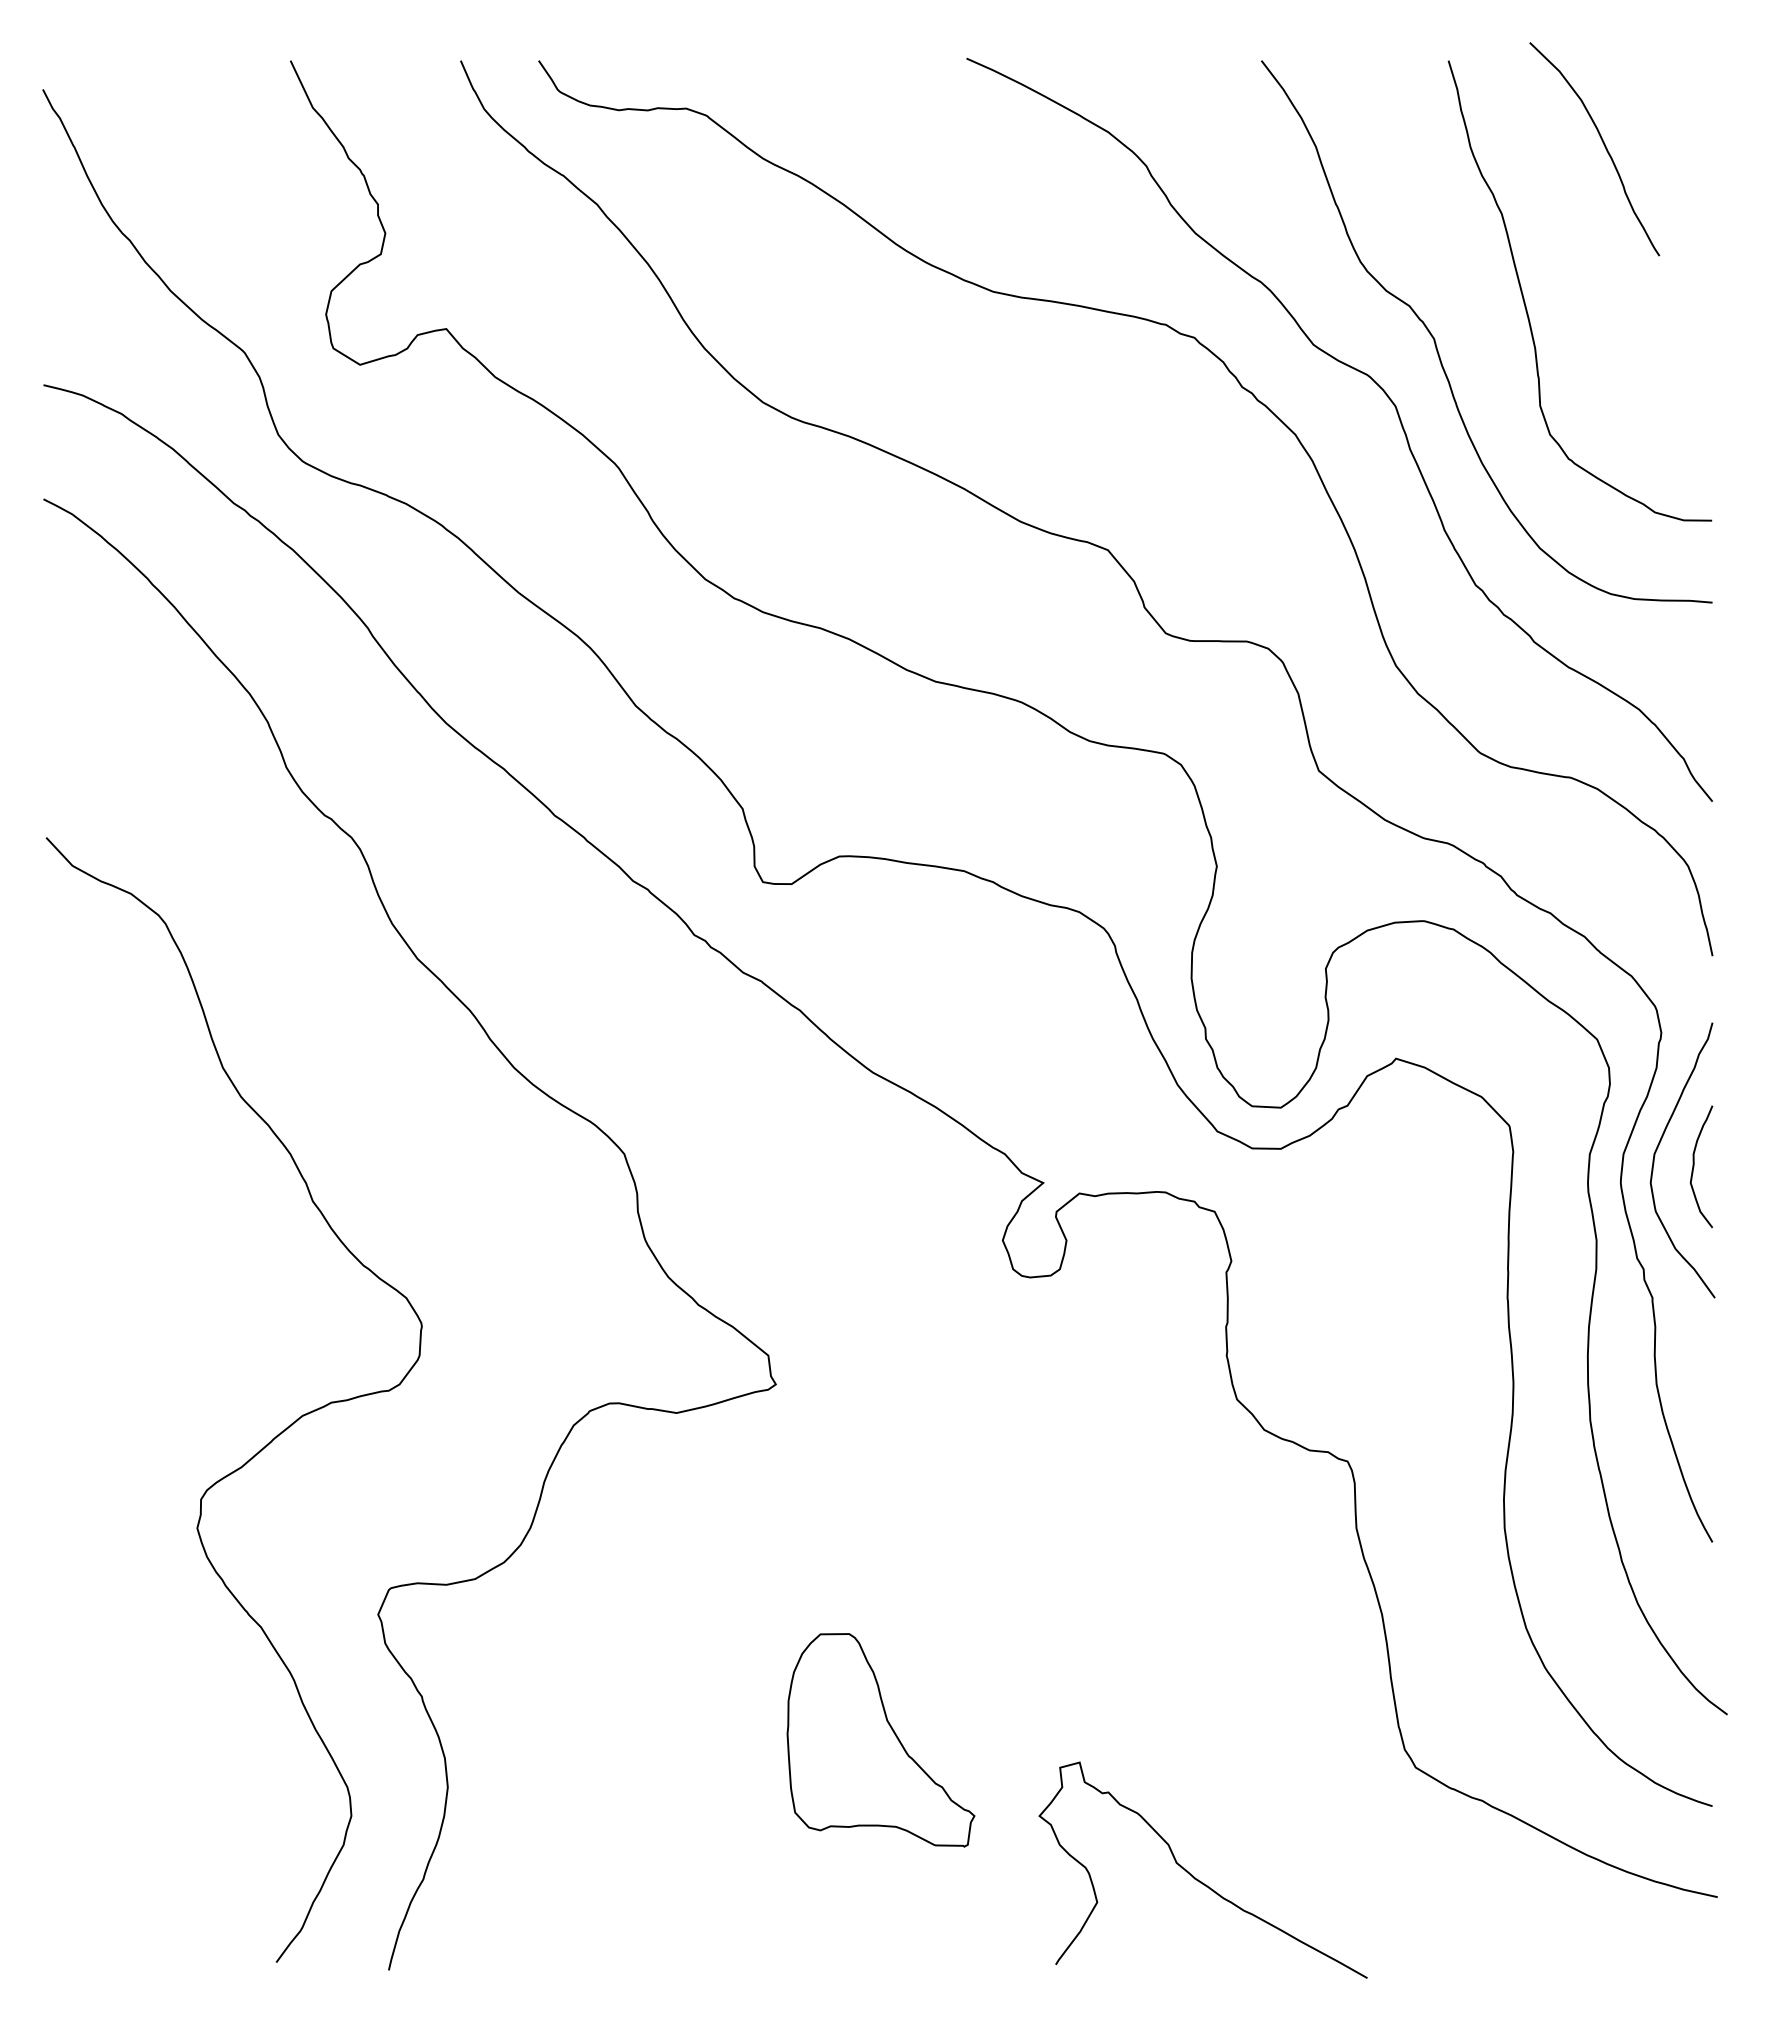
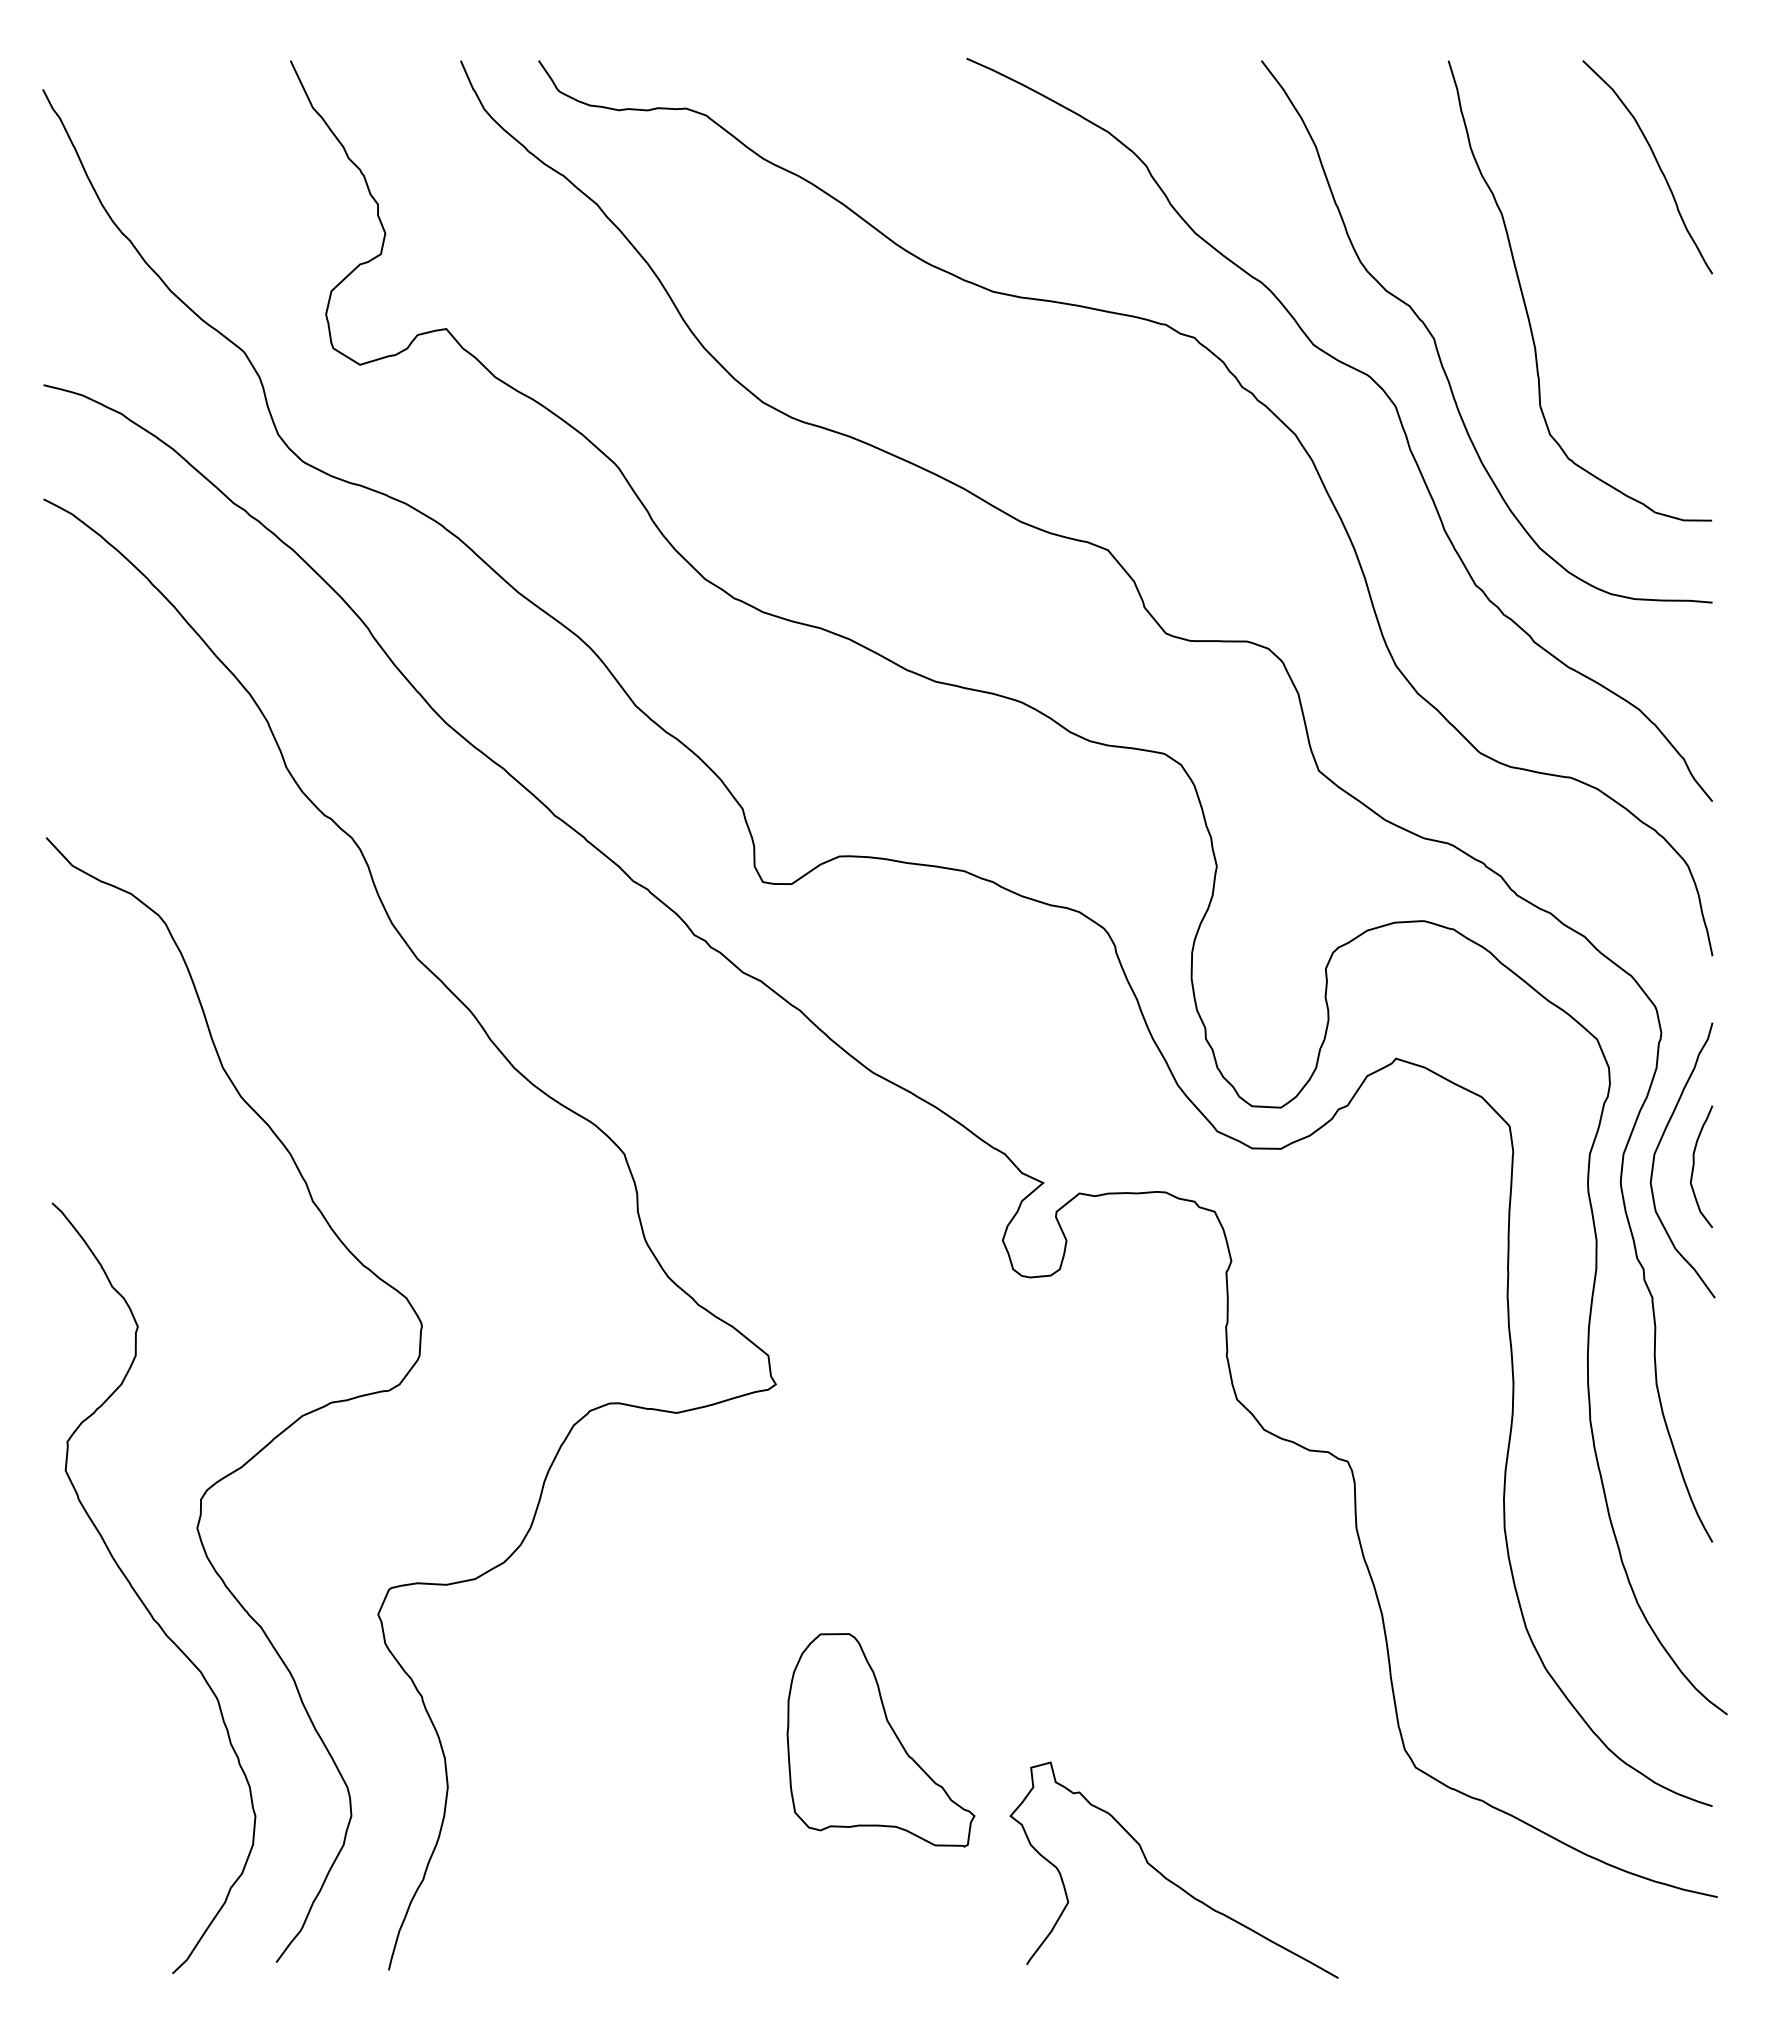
curve at (1604, 147) position: (1604, 147) -> (1657, 165)
curve at (140, 1597): none -> present
curve at (1194, 1876) position: (1194, 1876) -> (1165, 1876)
